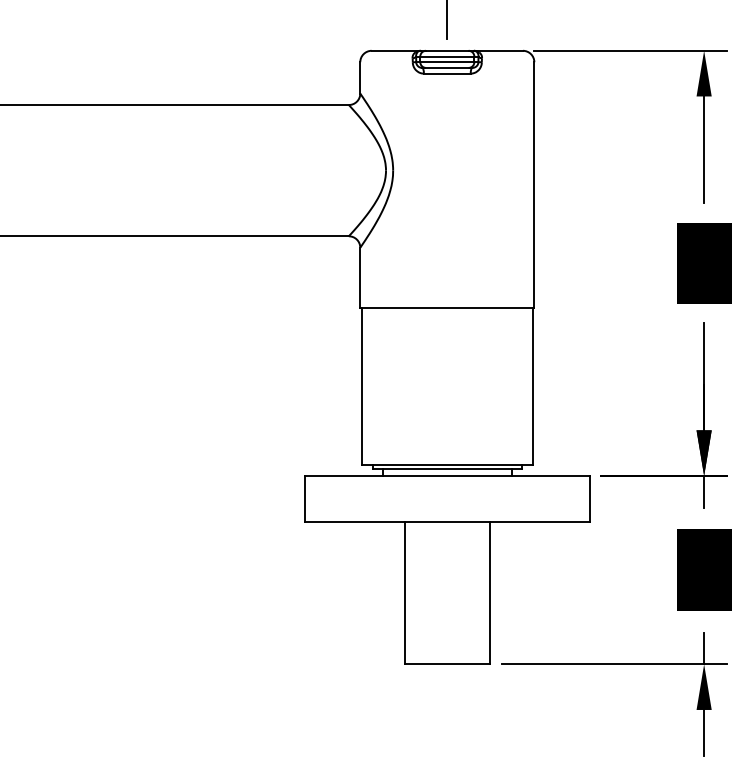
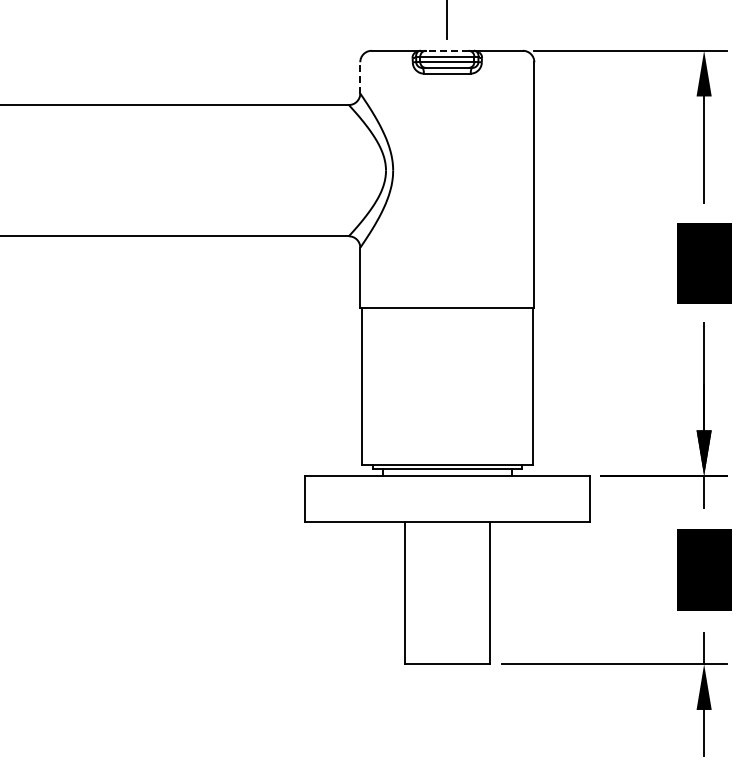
line at (446, 50): solid -> dashed
line at (360, 77): solid -> dashed
